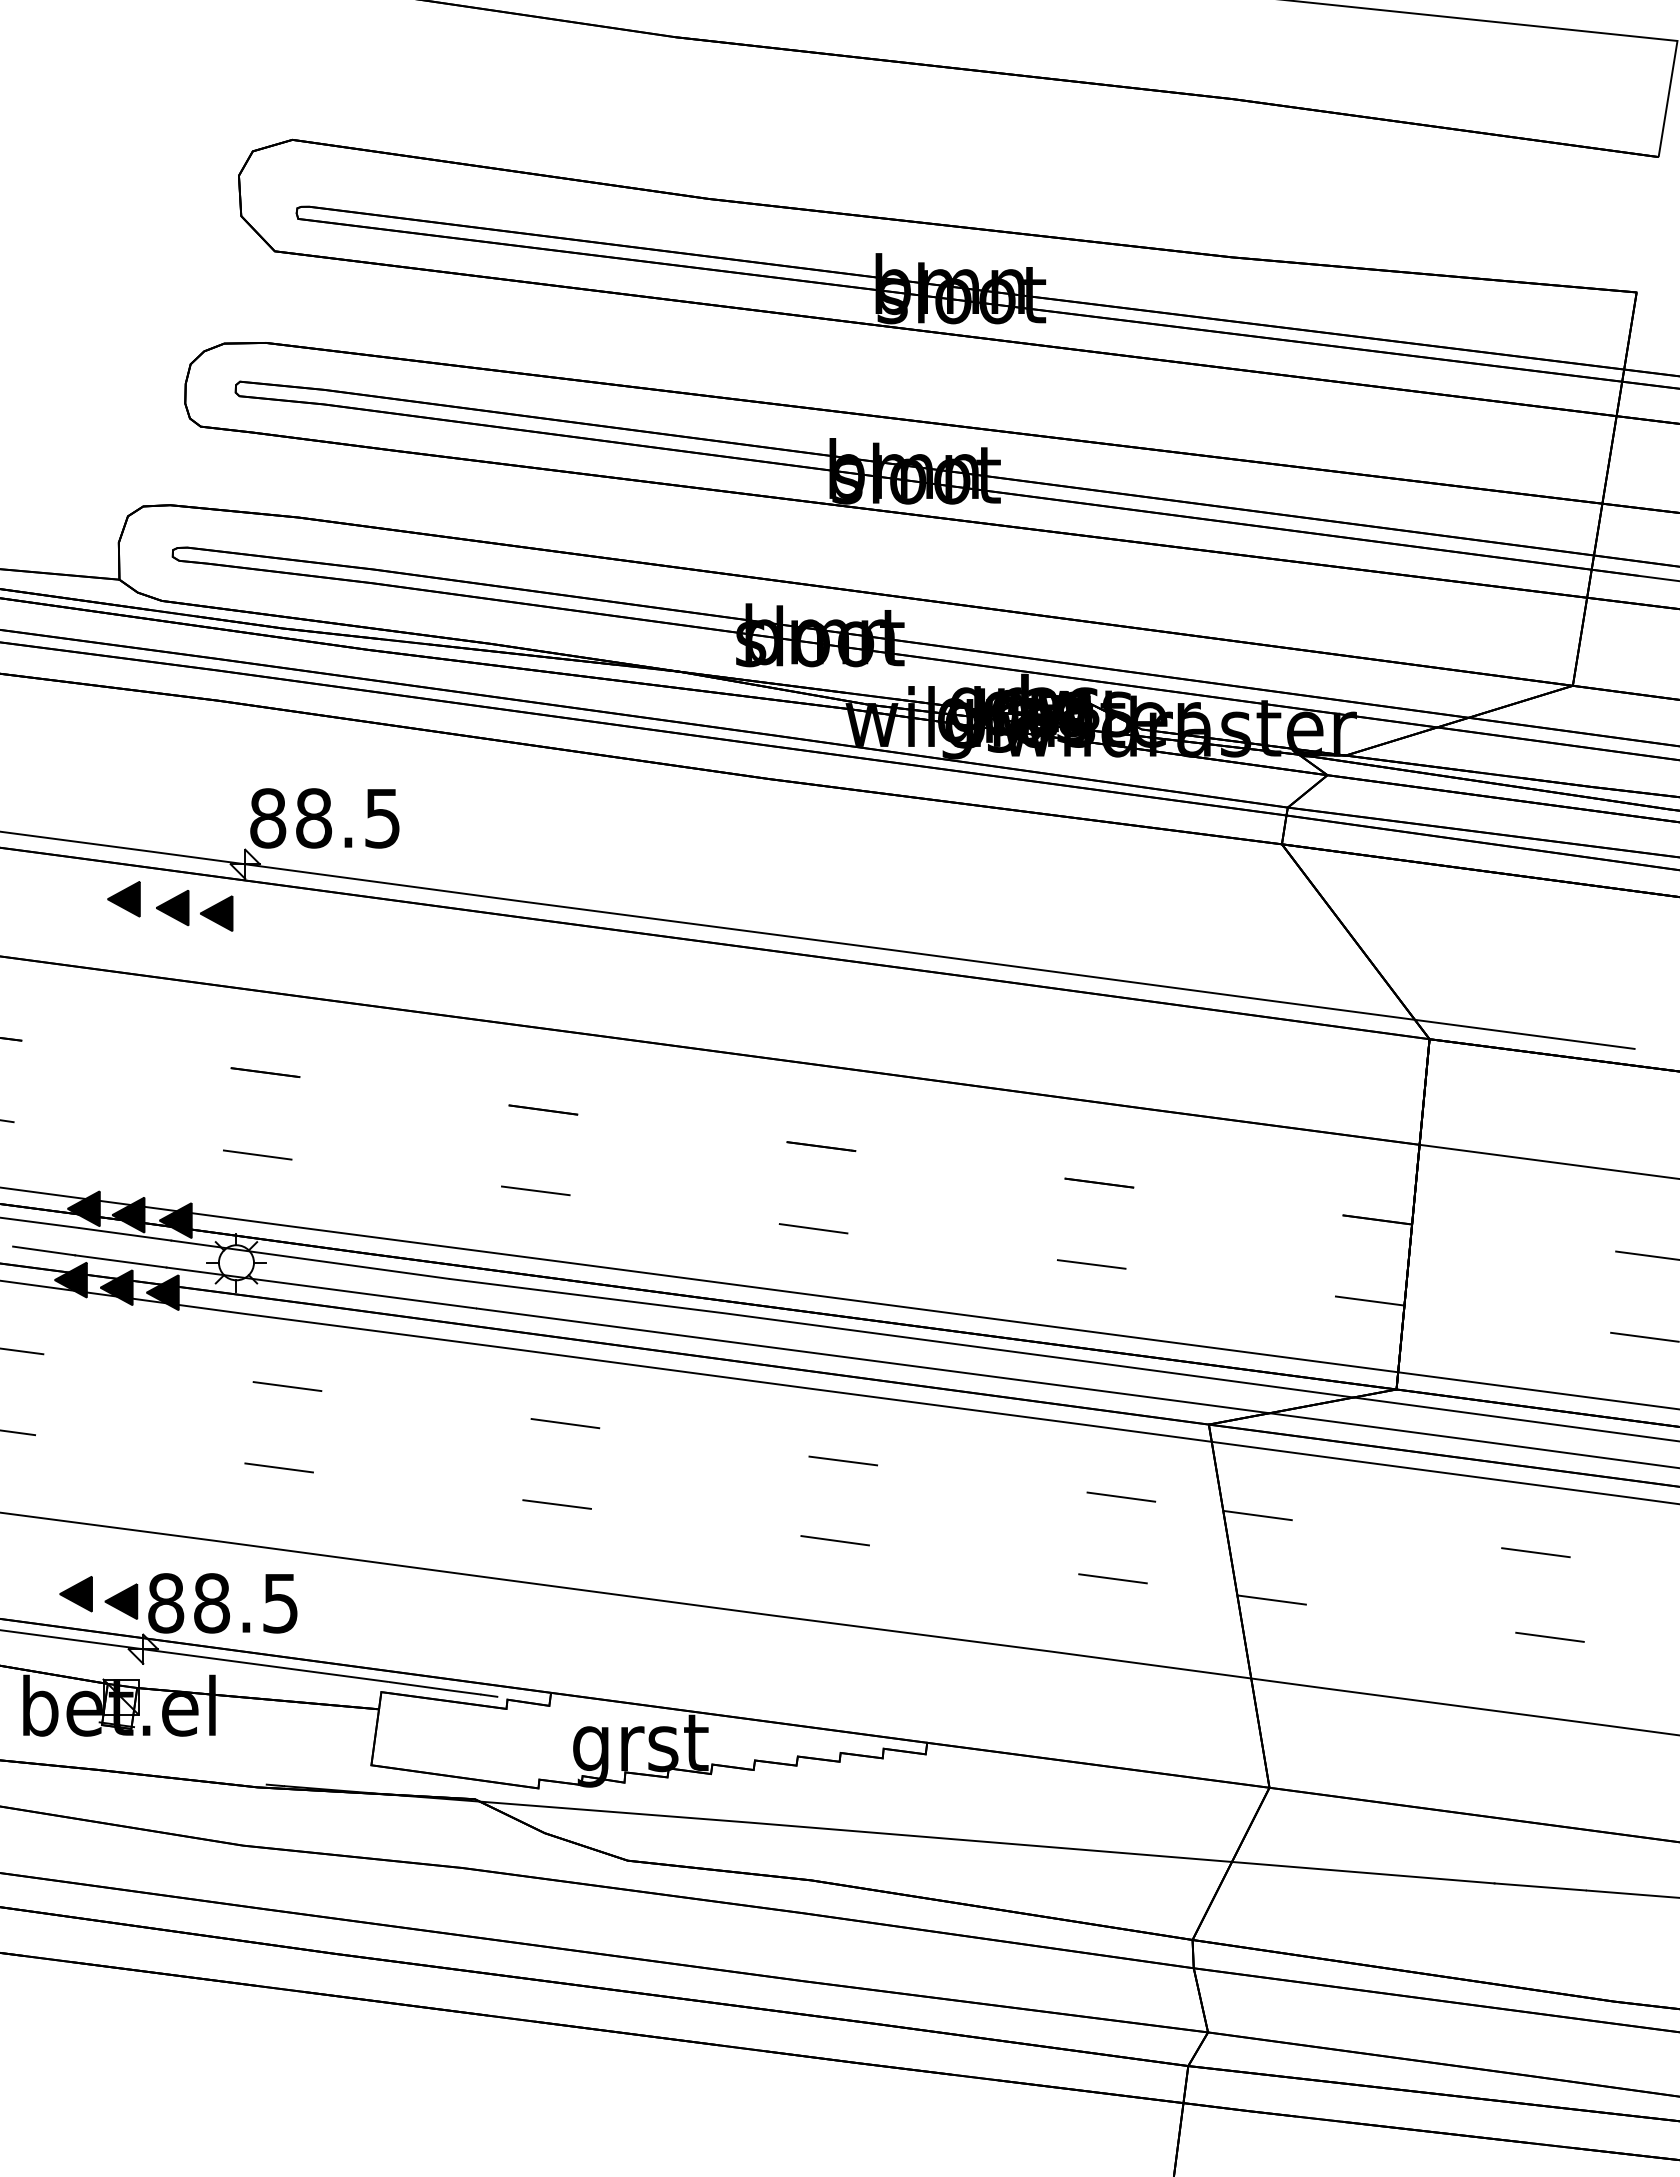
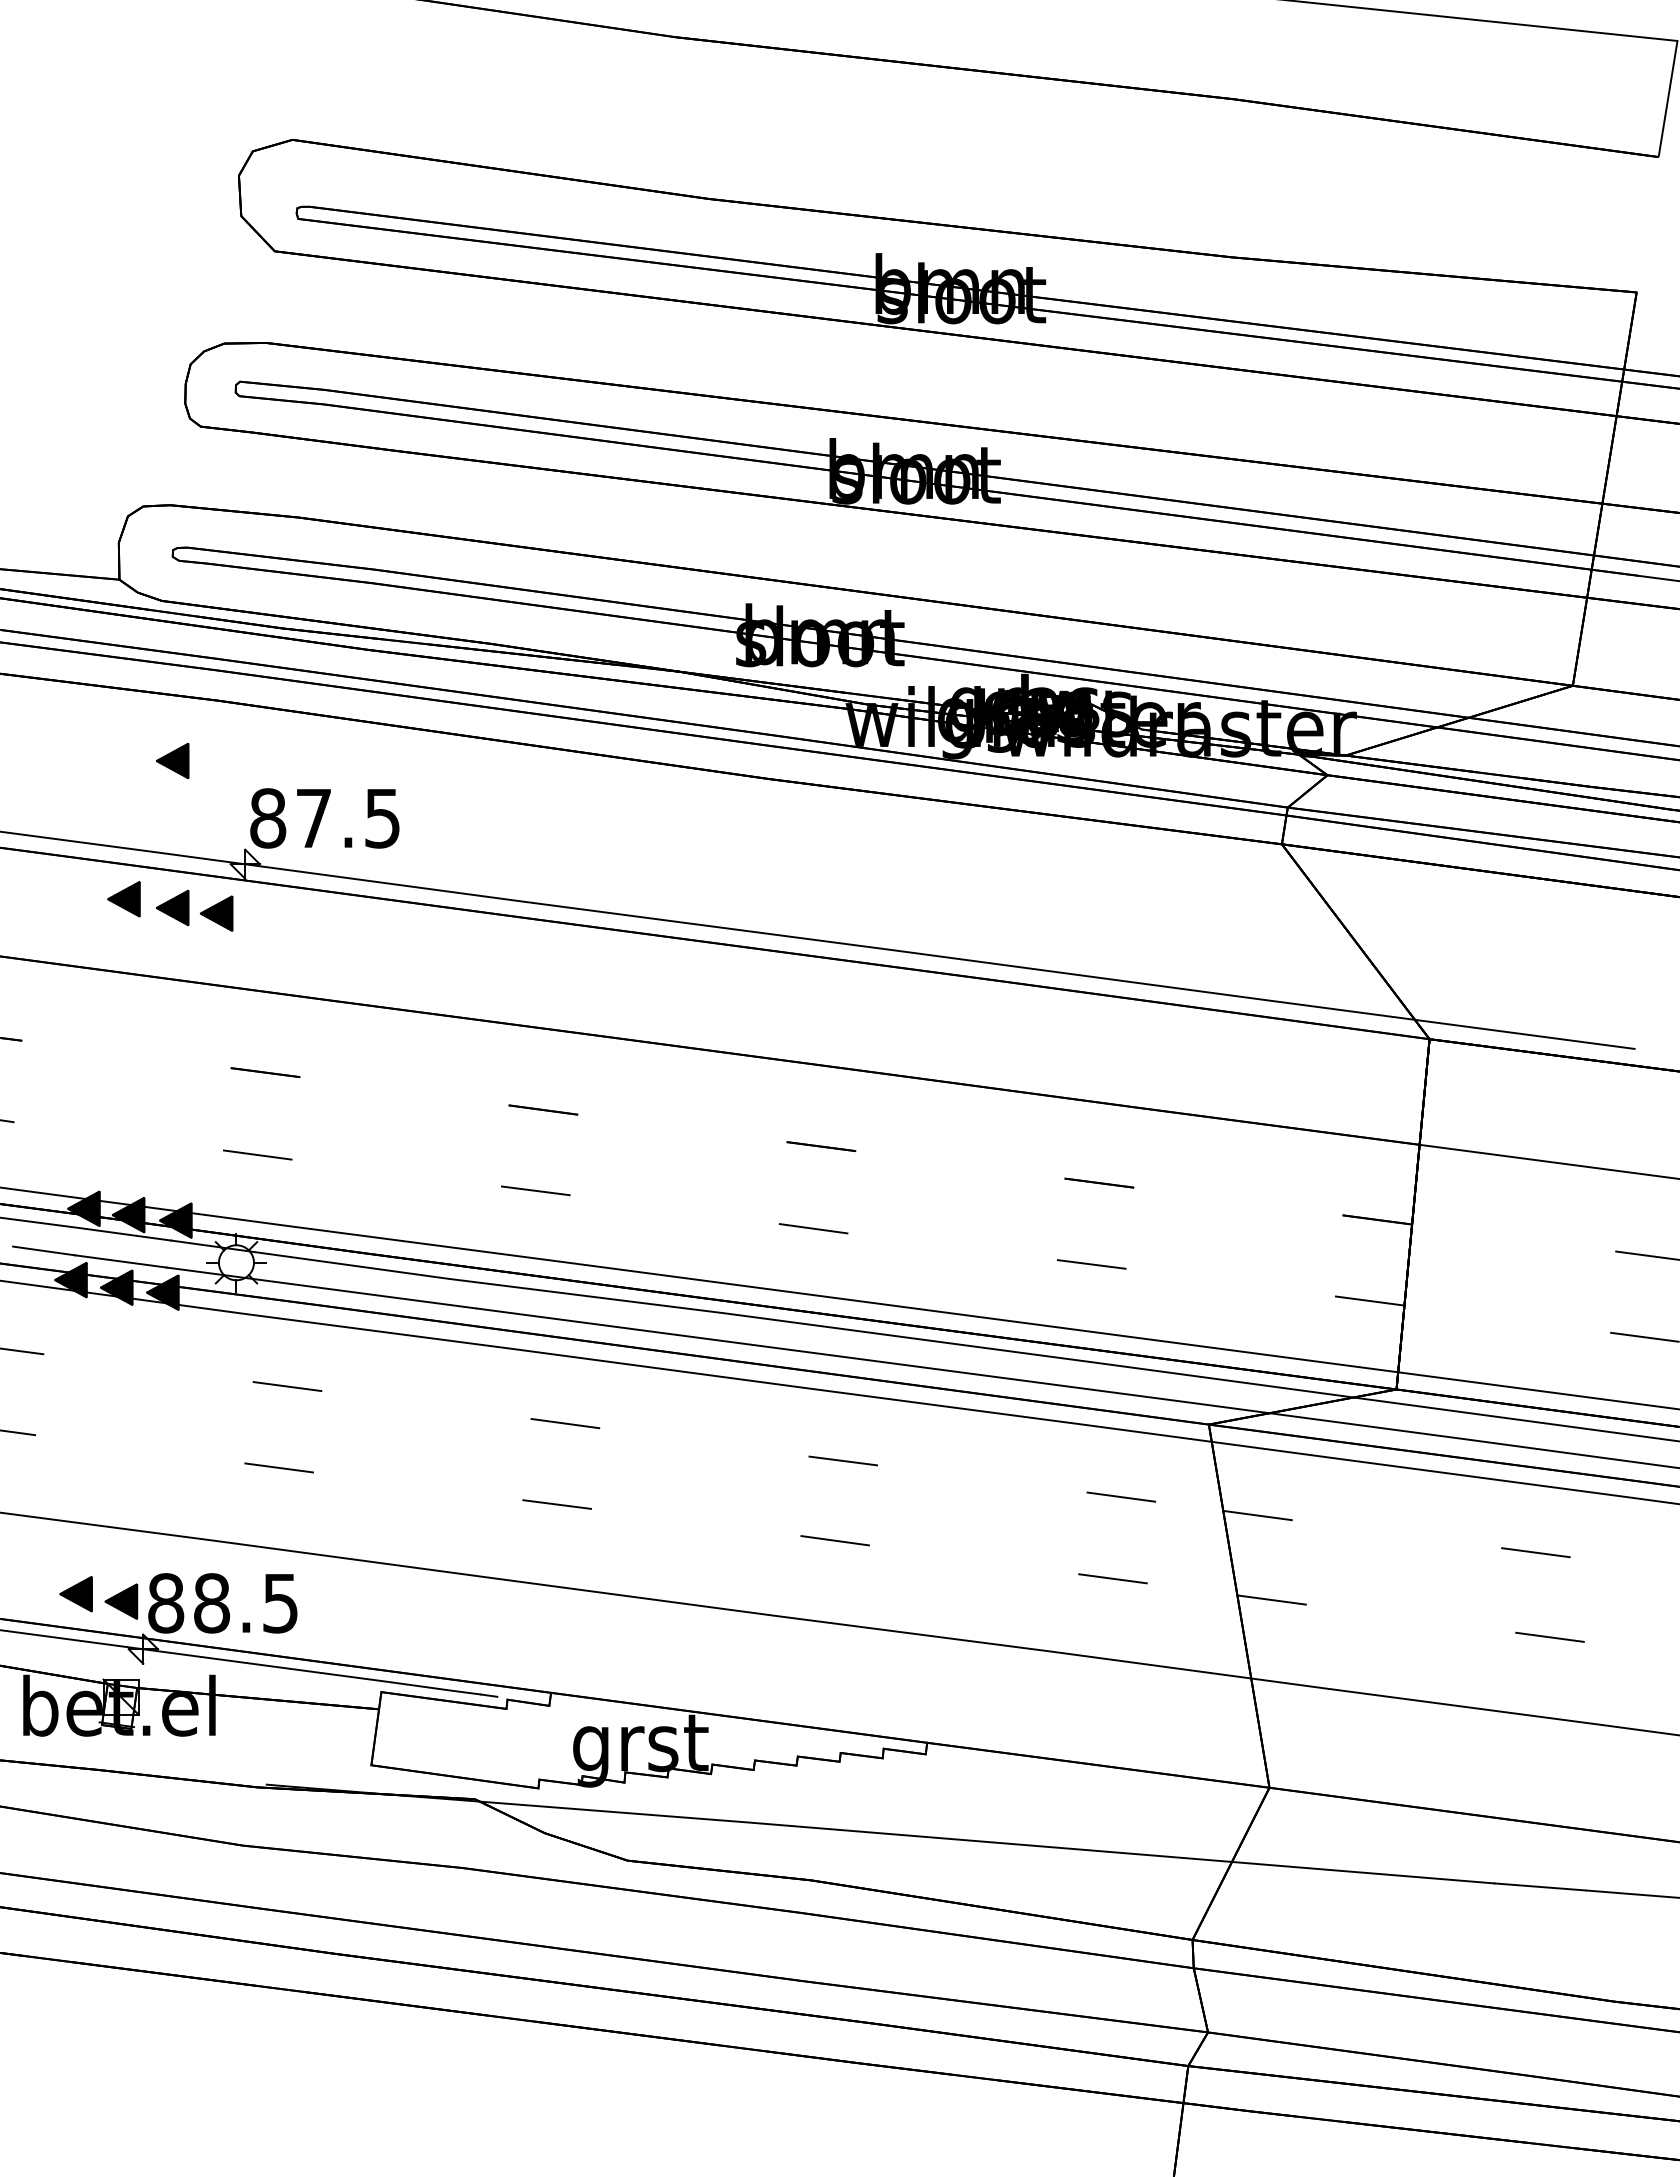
part at (172, 761): none -> present
text at (314, 818): 88.5 -> 87.5
